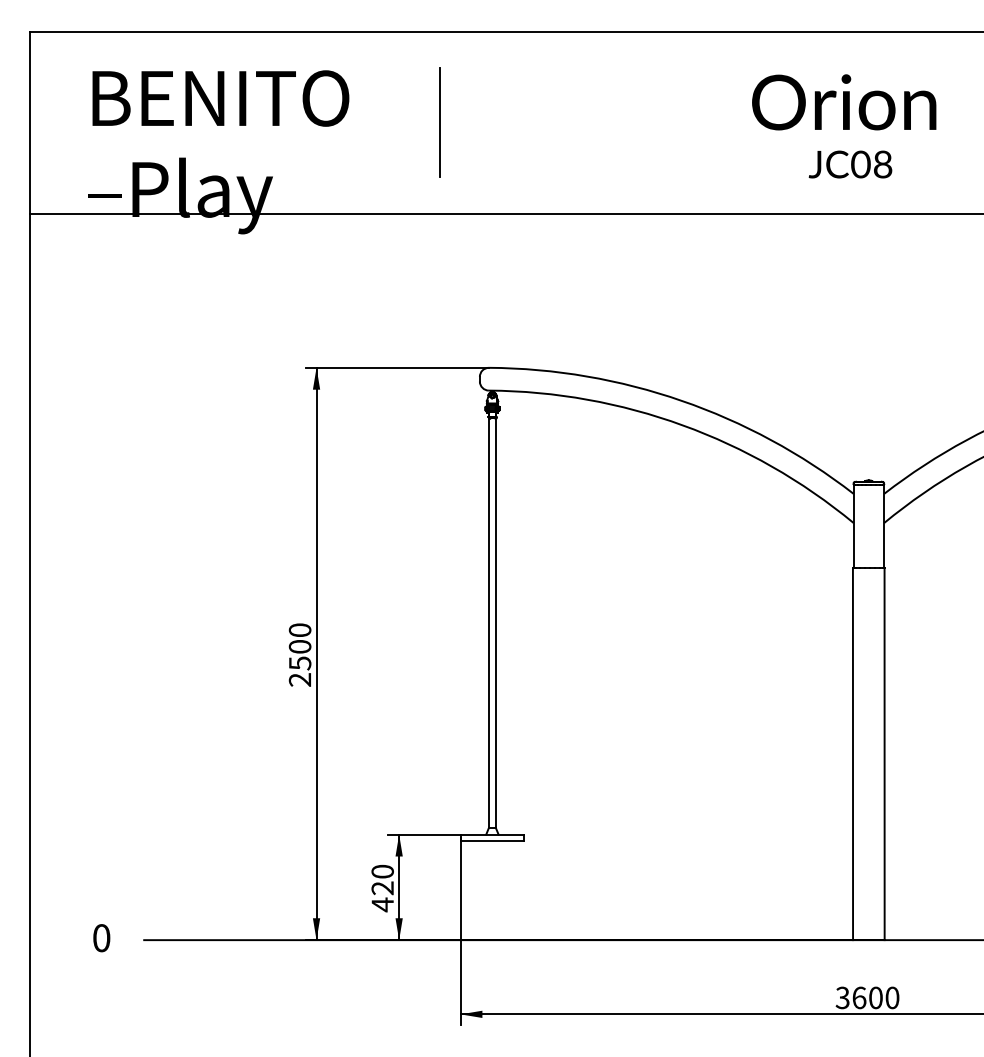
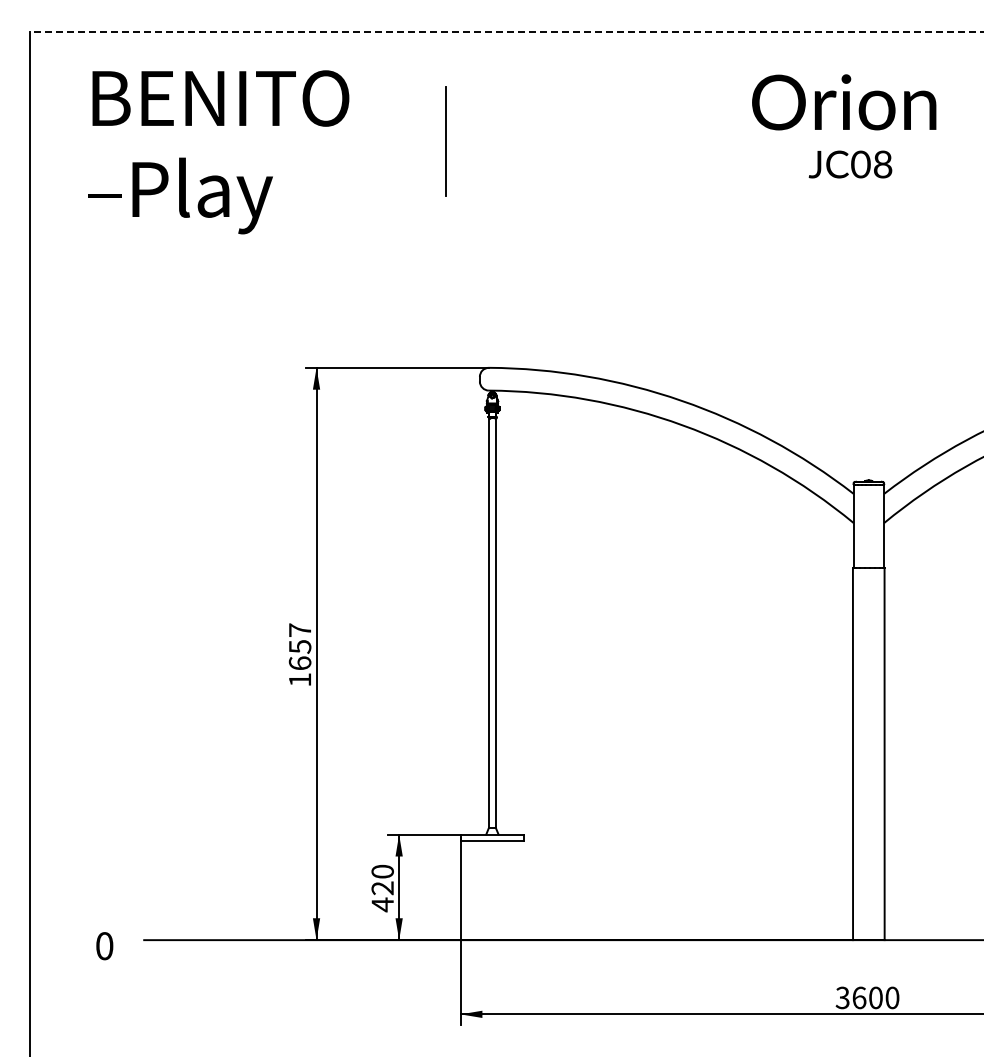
line at (506, 31): solid -> dashed
line at (439, 122) position: (439, 122) -> (445, 141)
line at (504, 213): present -> none
text at (299, 654): 2500 -> 1657
text at (101, 938) position: (101, 938) -> (104, 946)
